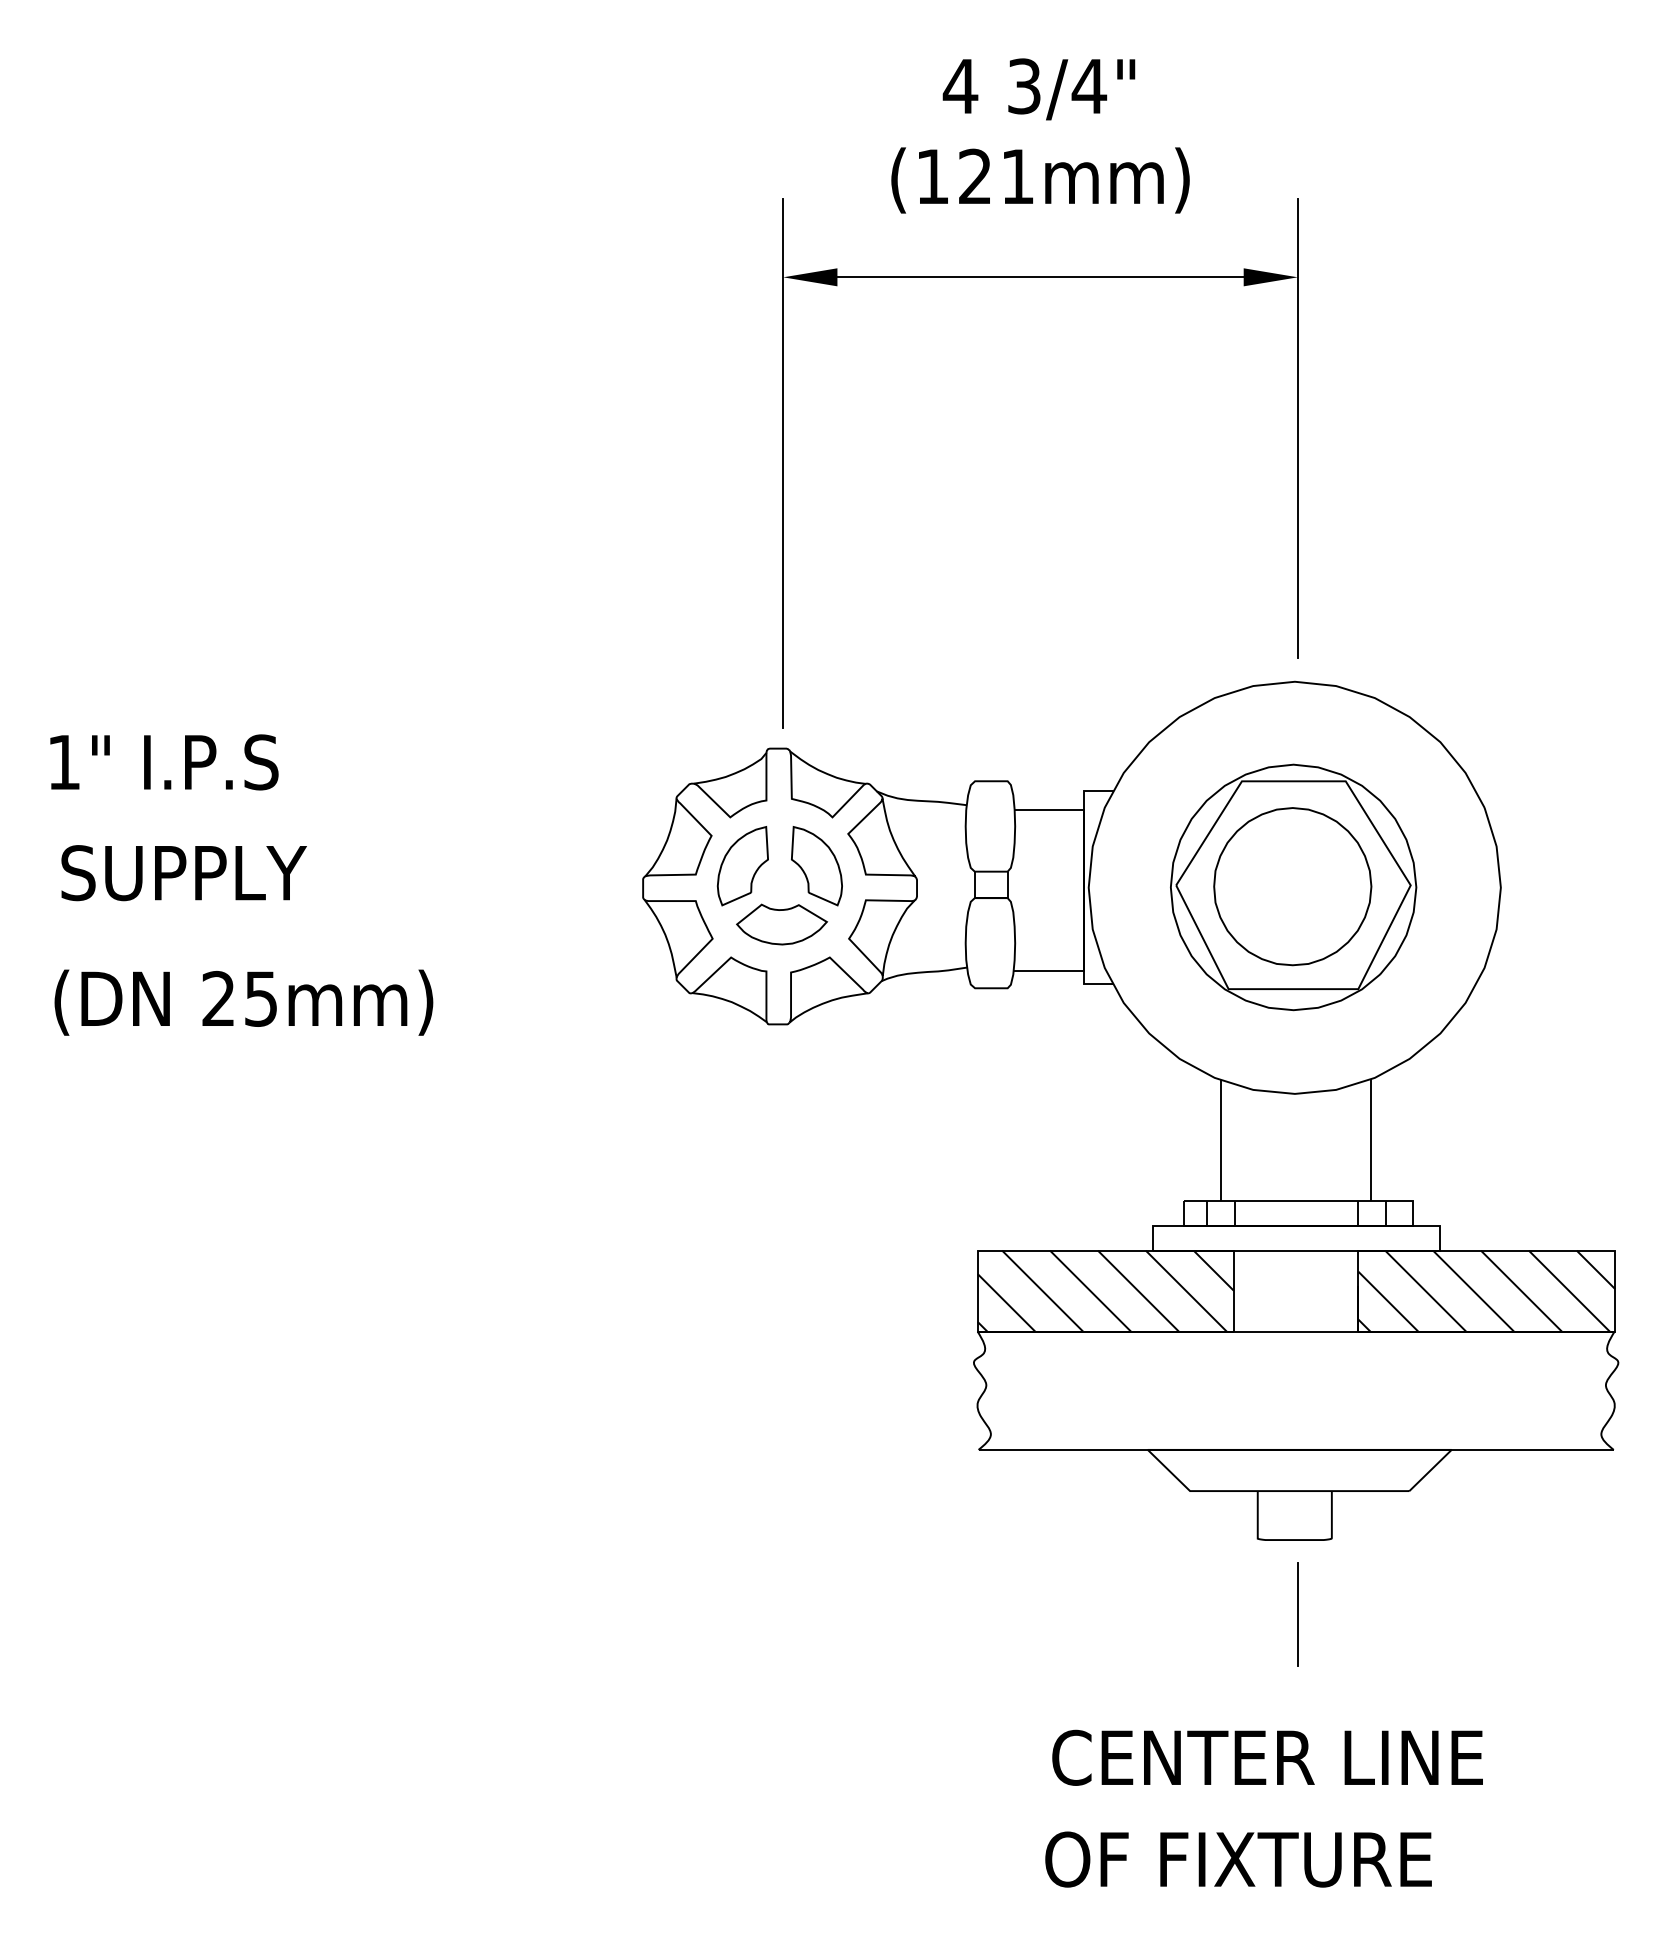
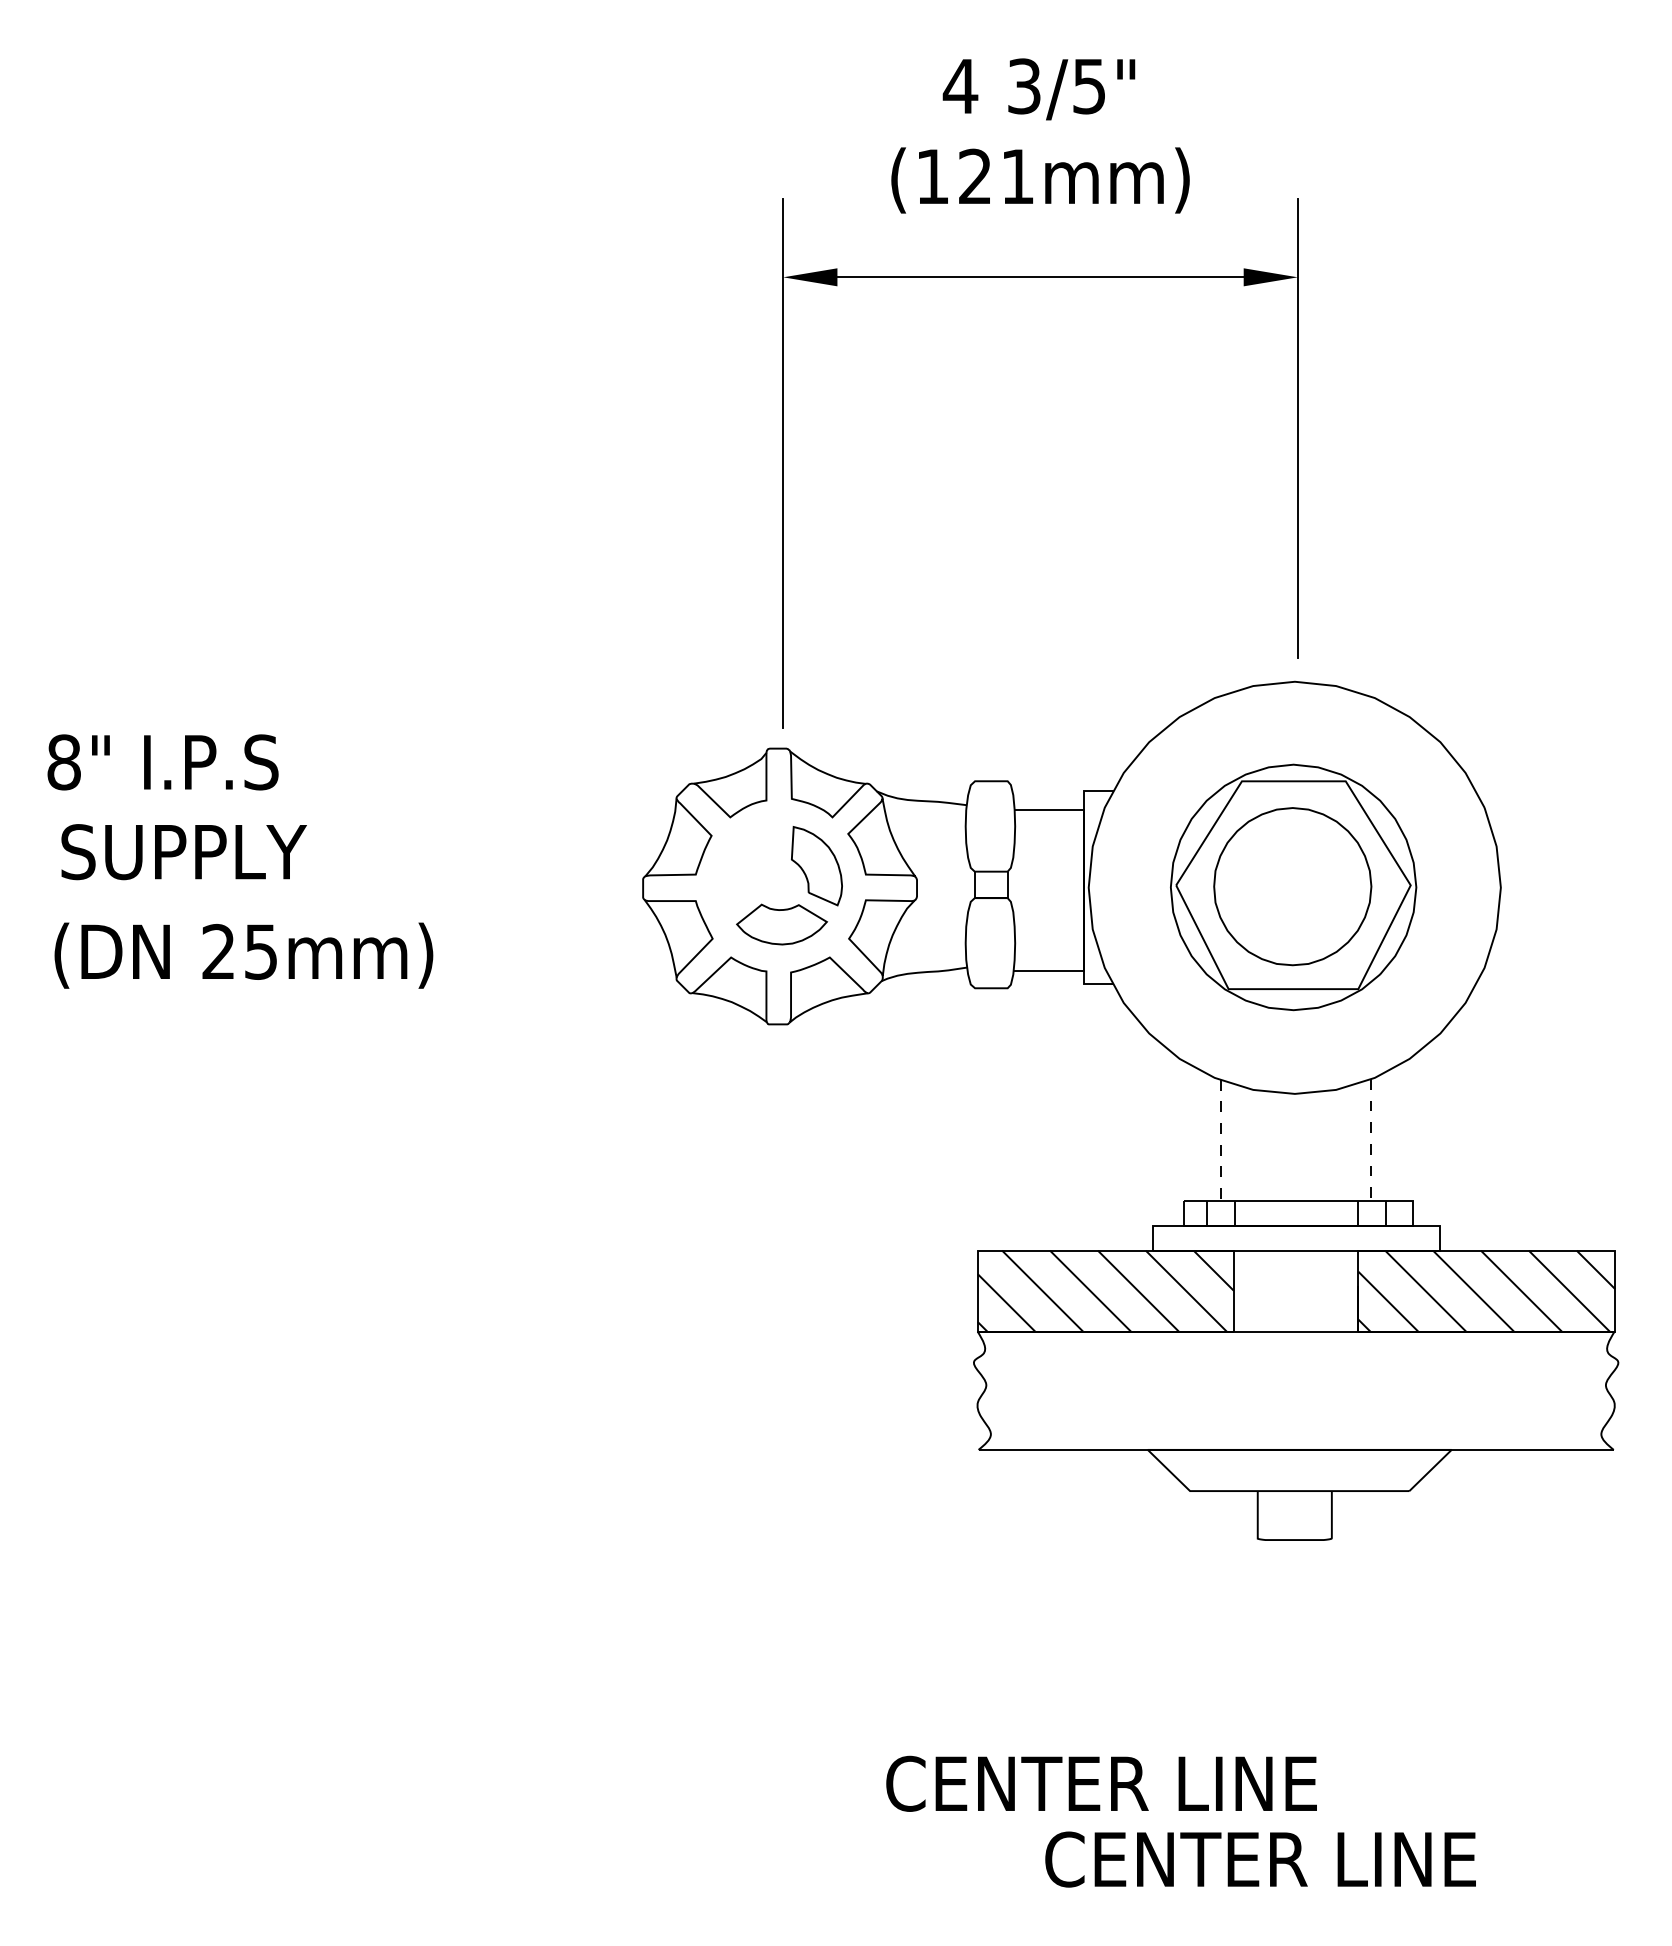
text at (1089, 86): 3/4" -> 3/5"
text at (63, 762): 1" -> 8"
part at (742, 866): present -> none
text at (183, 873) position: (183, 873) -> (183, 852)
text at (243, 1002) position: (243, 1002) -> (243, 955)
line at (1220, 1140): solid -> dashed
line at (1371, 1140): solid -> dashed
line at (1297, 1614): present -> none
text at (1267, 1757) position: (1267, 1757) -> (1101, 1783)
text at (1263, 1859): OF FIXTURE -> CENTER LINE
